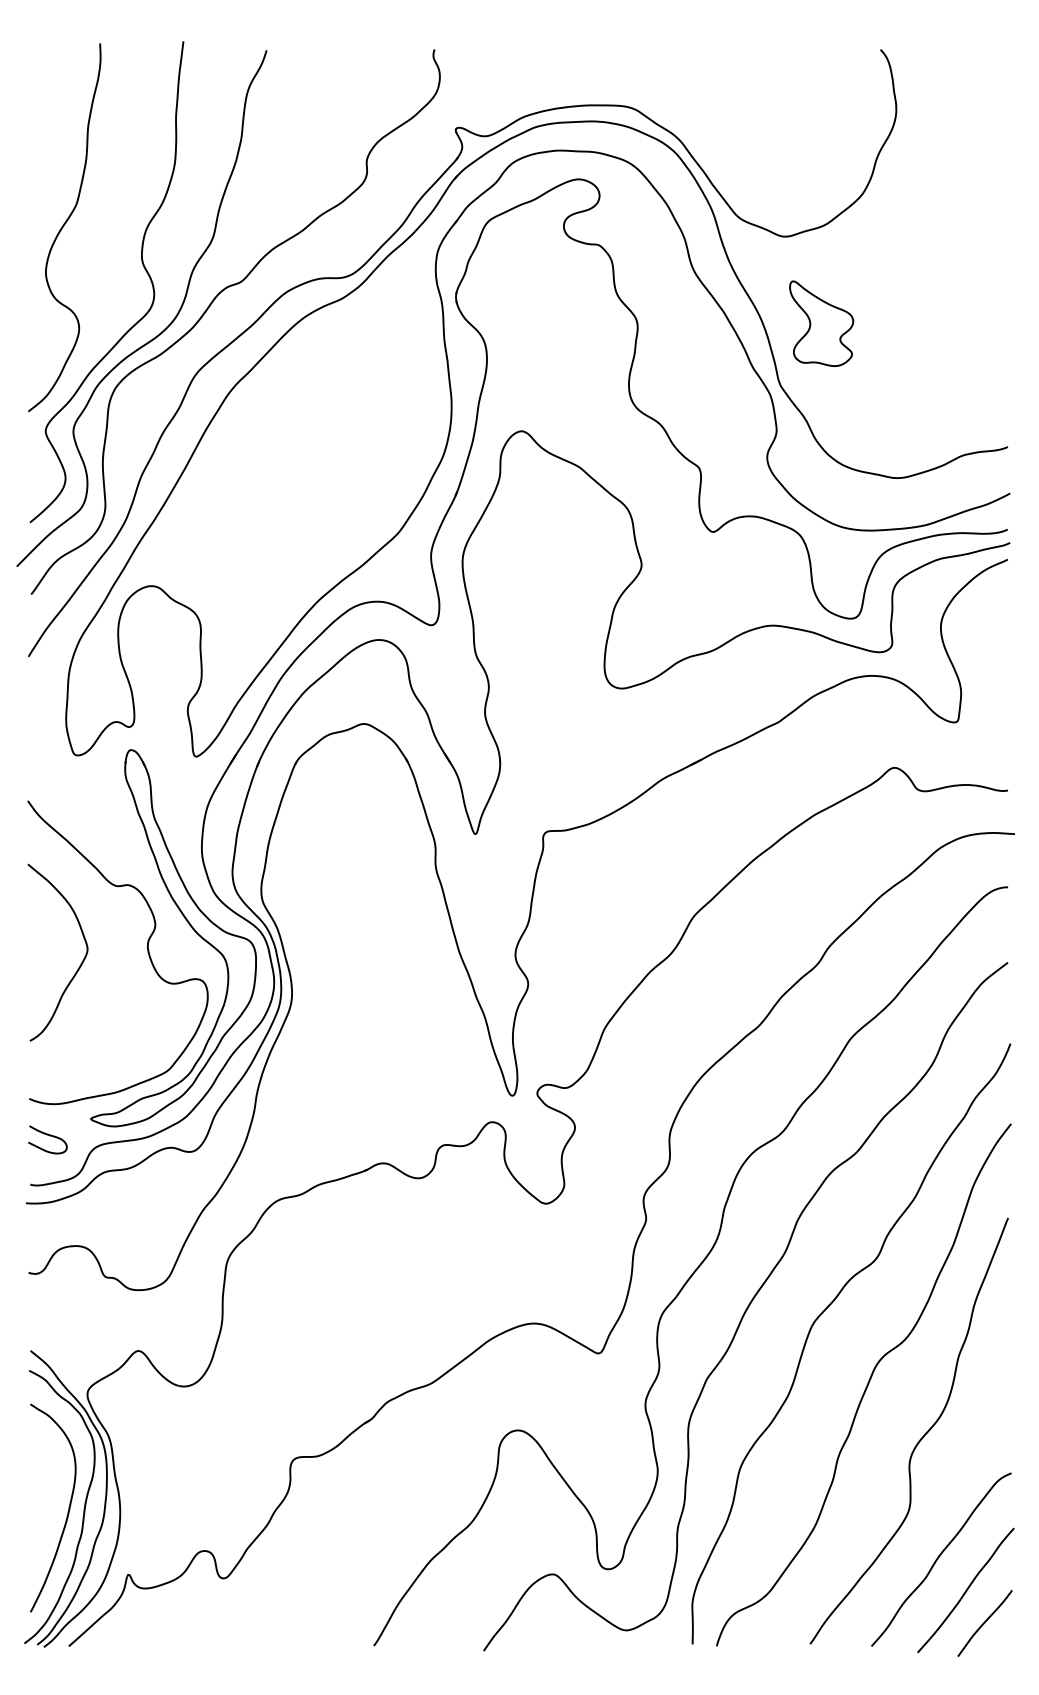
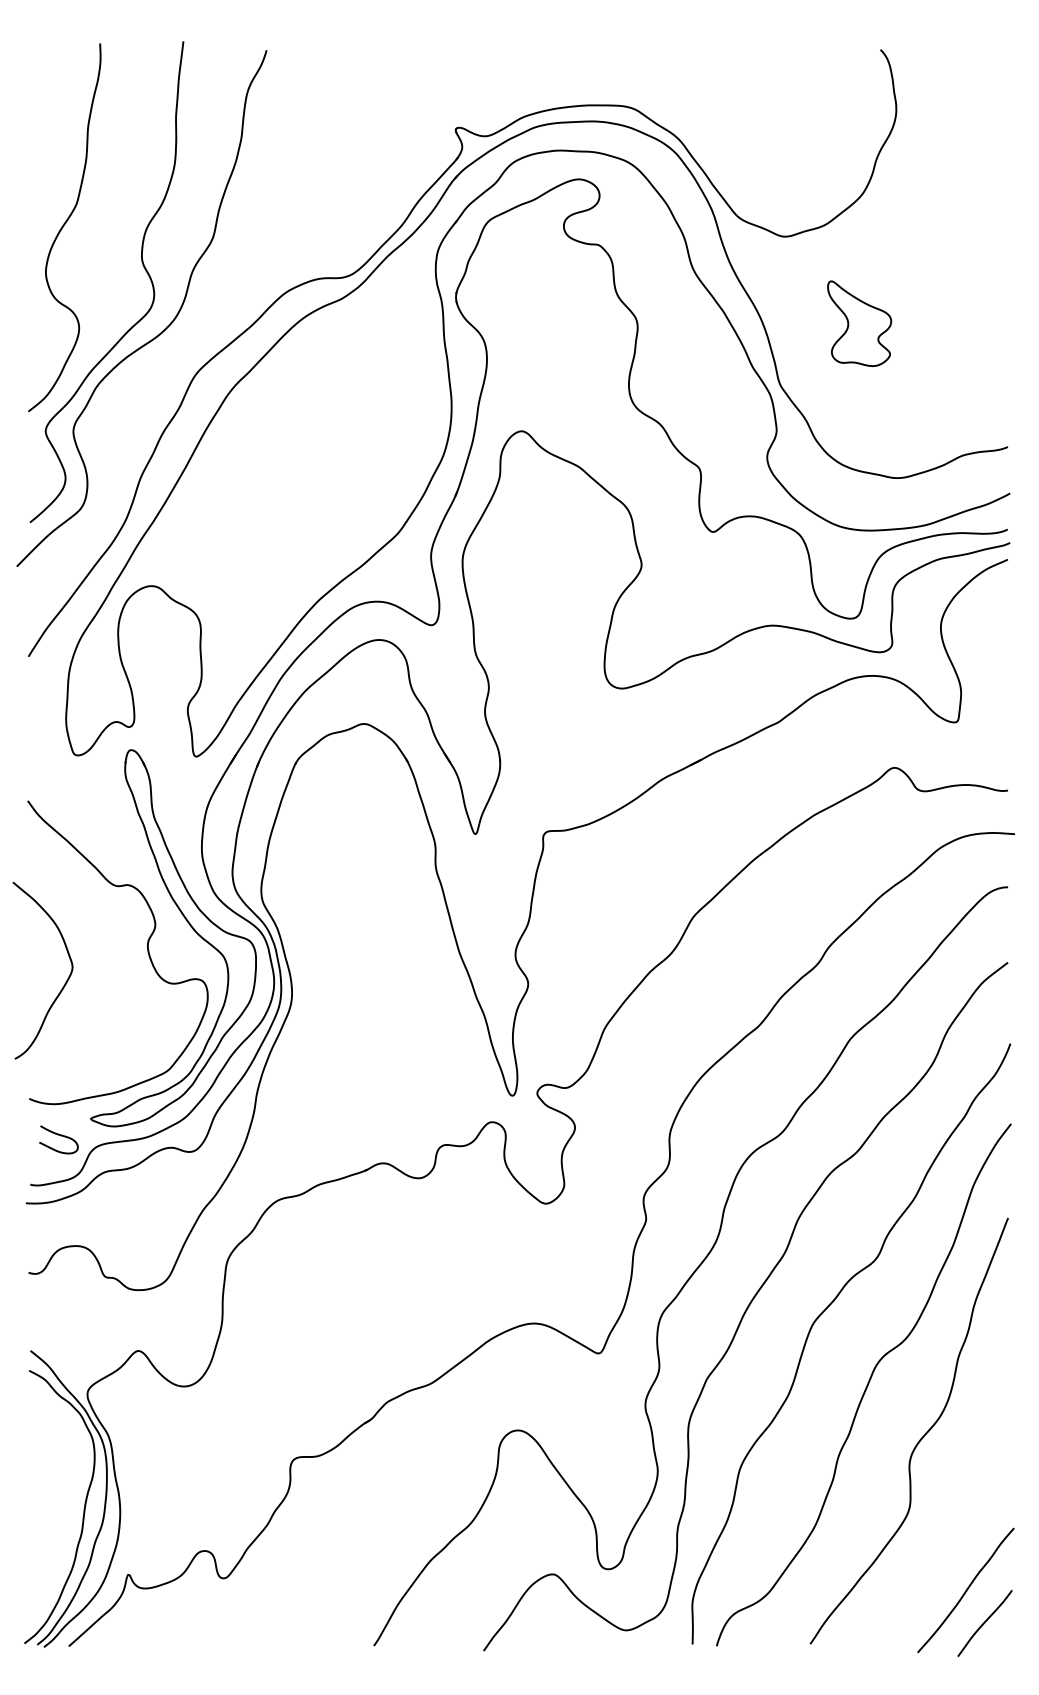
curve at (213, 302): present -> none
part at (821, 323) position: (821, 323) -> (859, 323)
curve at (79, 965) position: (79, 965) -> (64, 983)
curve at (49, 1136) position: (49, 1136) -> (60, 1136)
curve at (67, 1511): present -> none
curve at (939, 1557): present -> none
